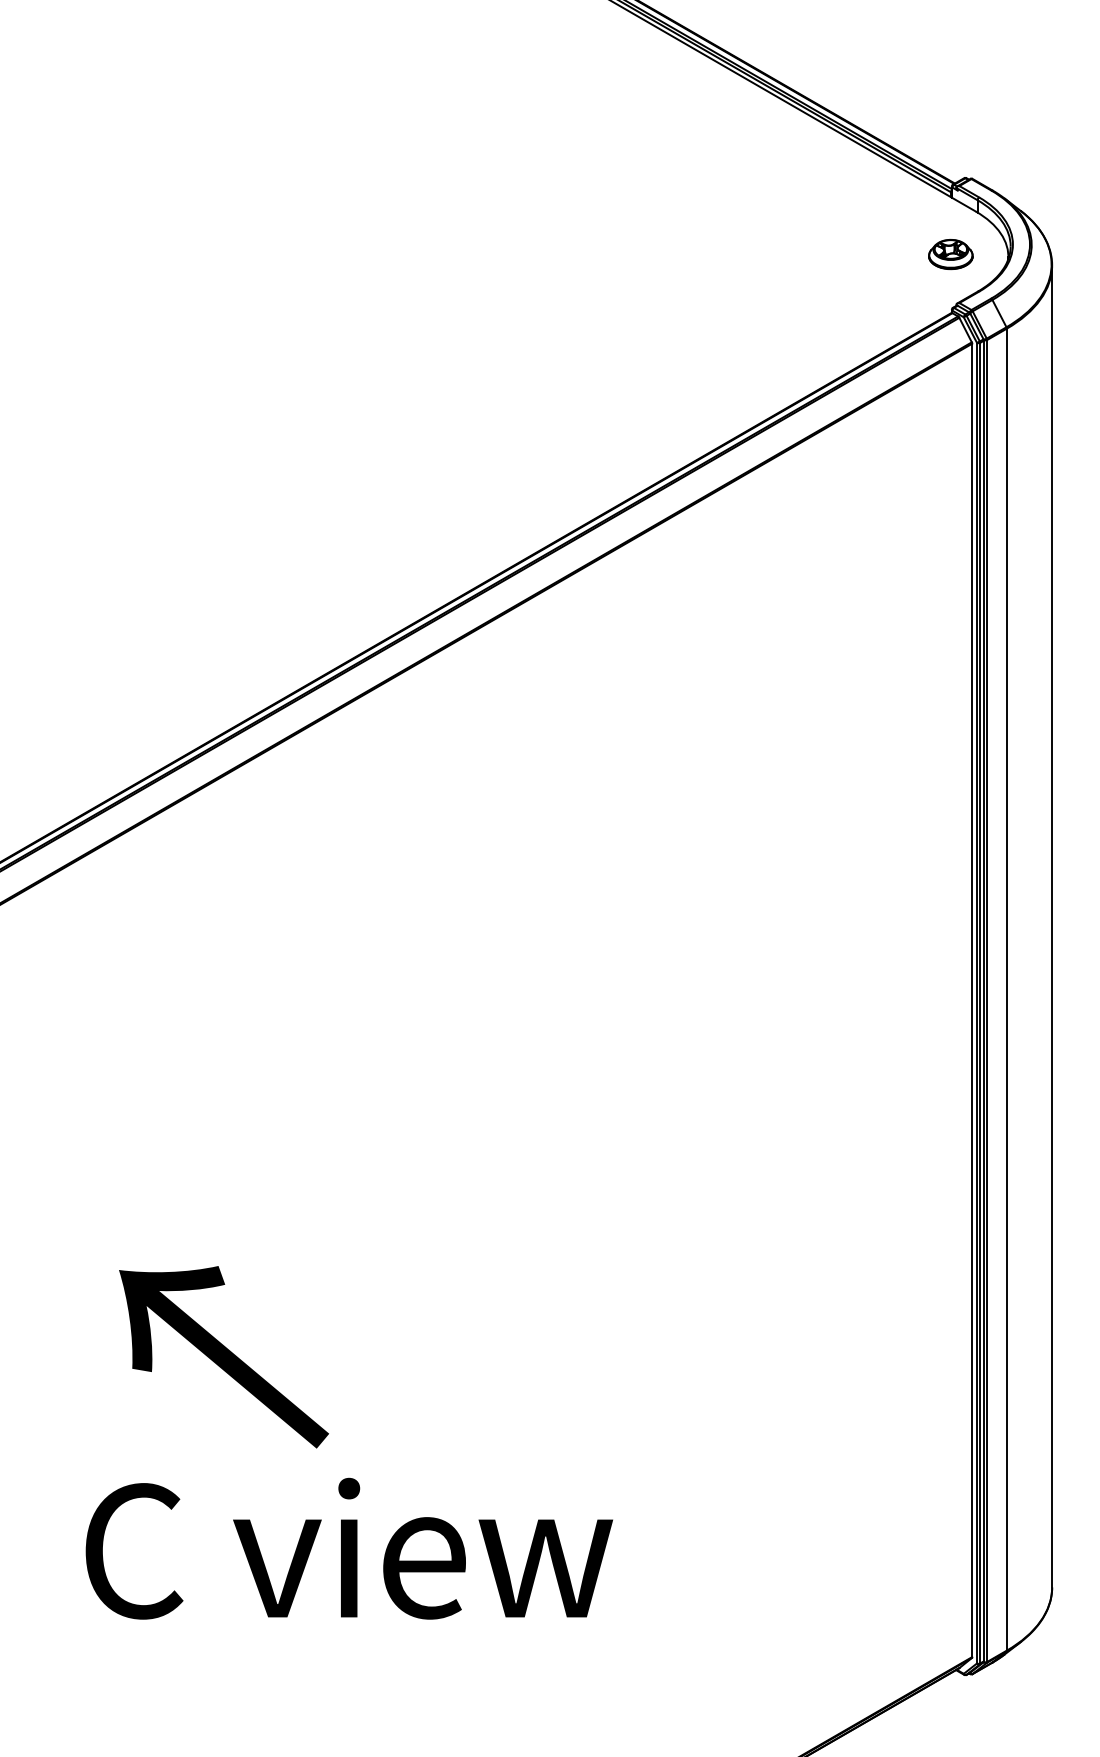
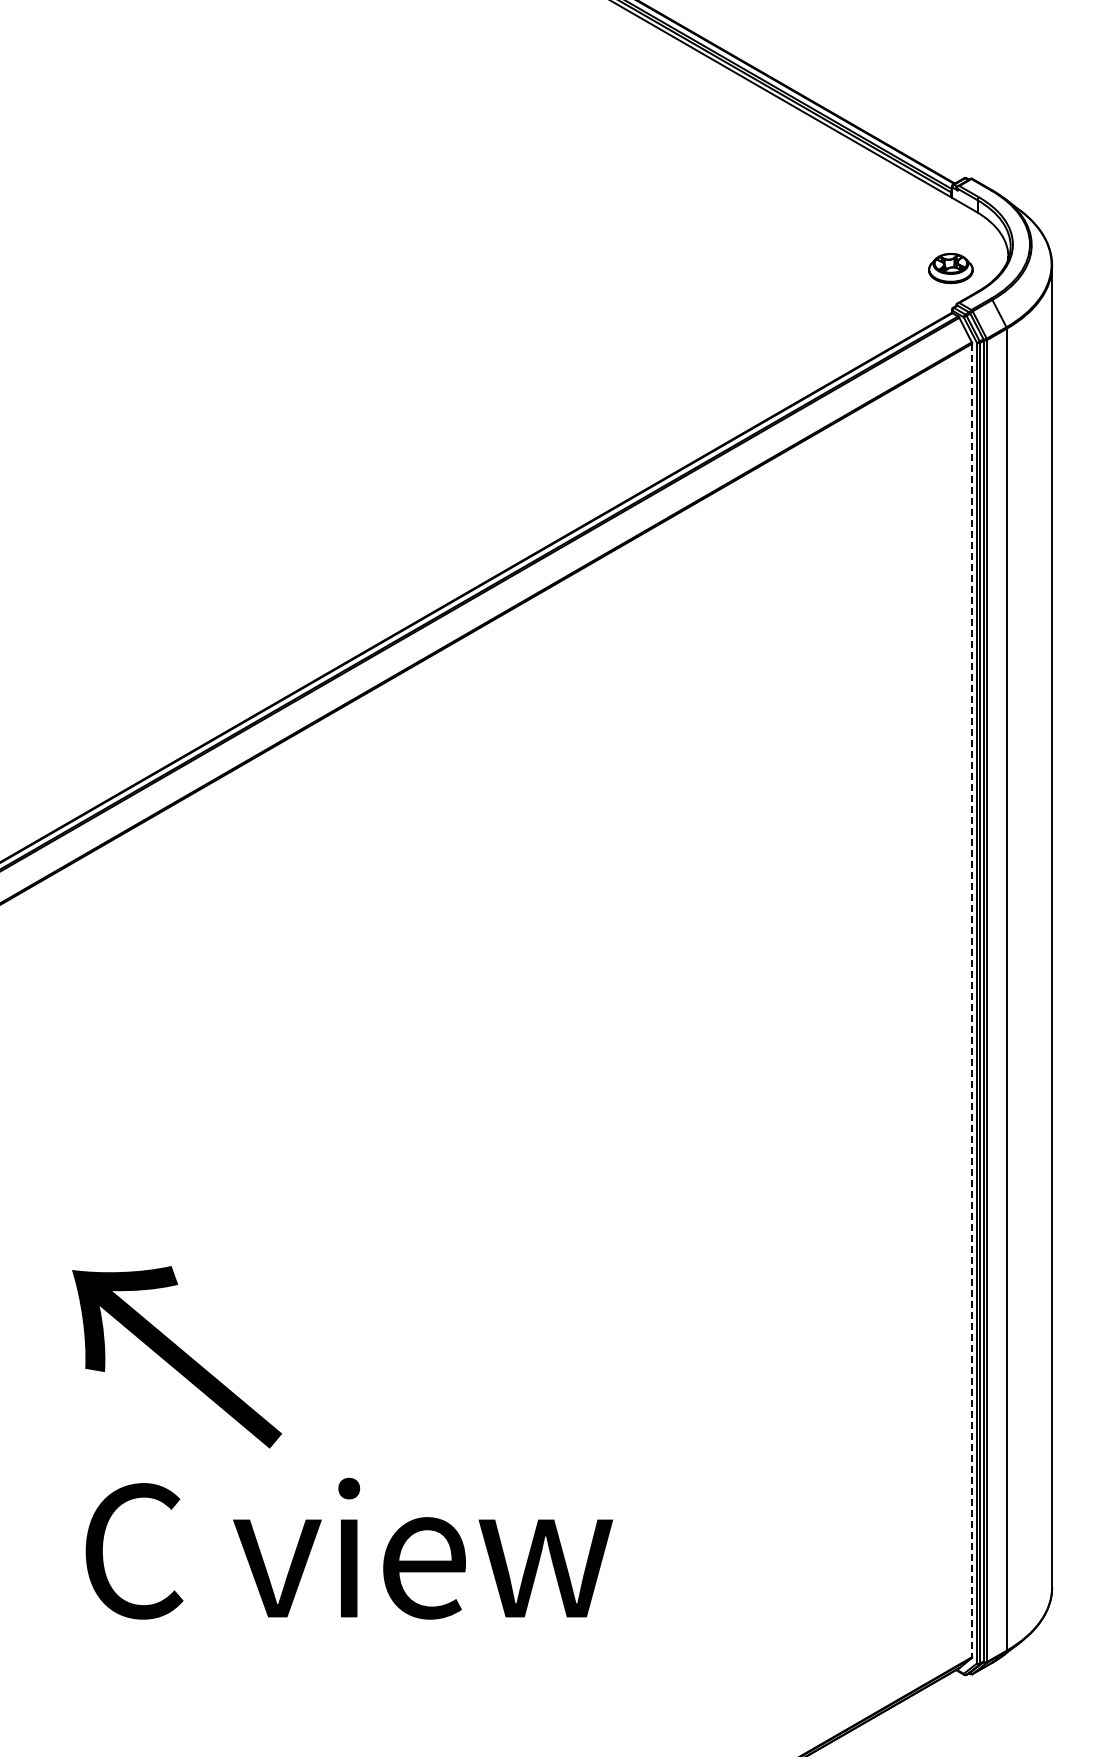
part at (950, 254) position: (950, 254) -> (950, 268)
line at (972, 1000): solid -> dashed
text at (223, 1357) position: (223, 1357) -> (176, 1357)
